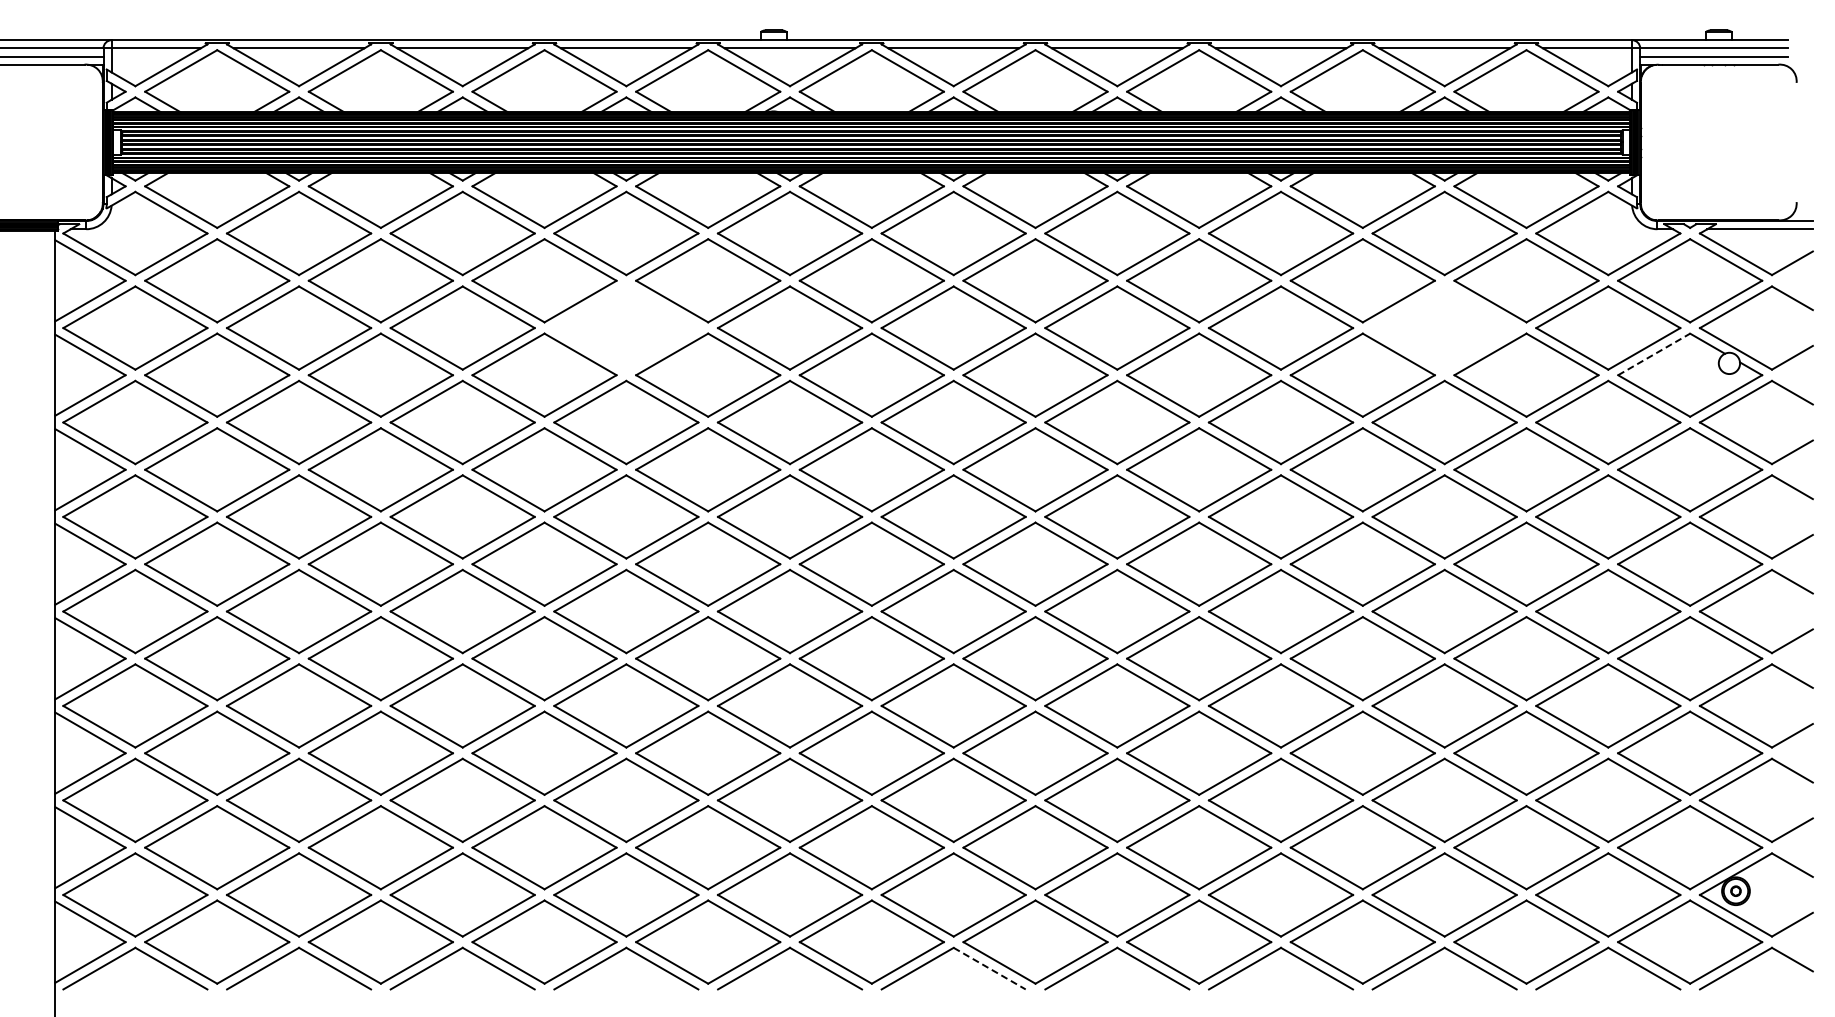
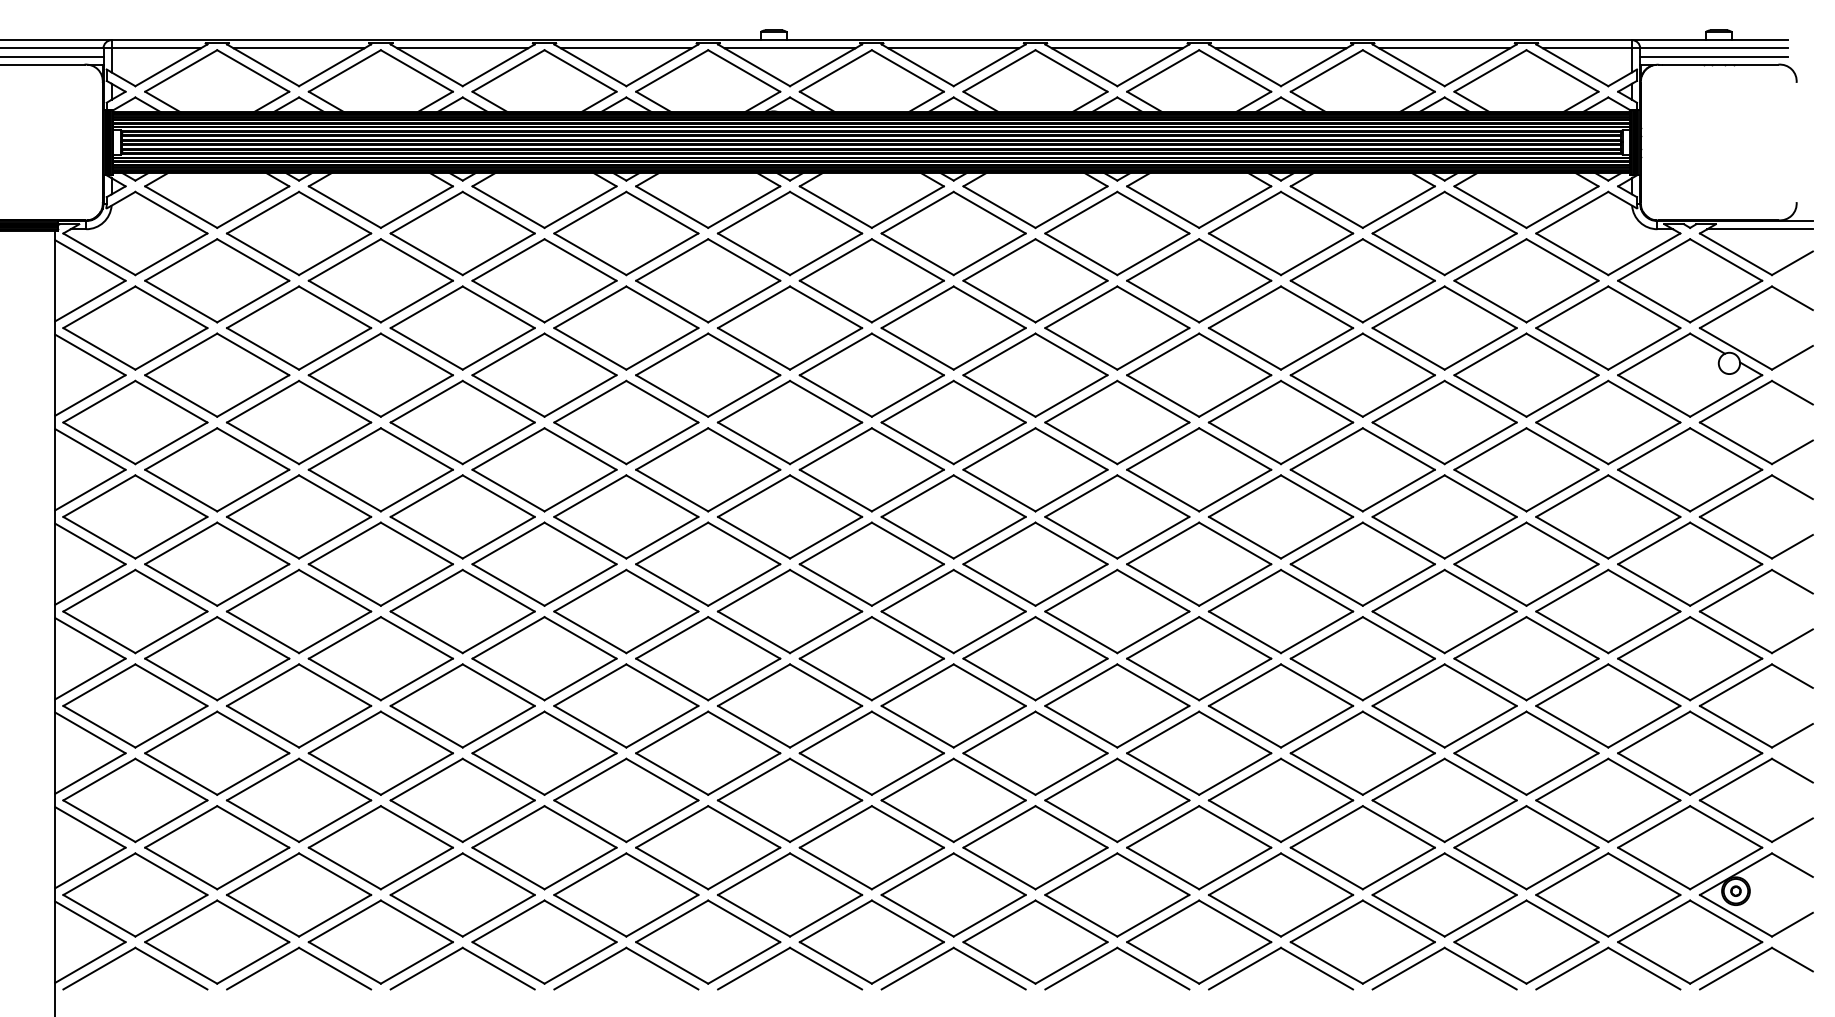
part at (626, 327): none -> present
part at (1444, 327): none -> present
line at (1654, 354): dashed -> solid
line at (989, 968): dashed -> solid
